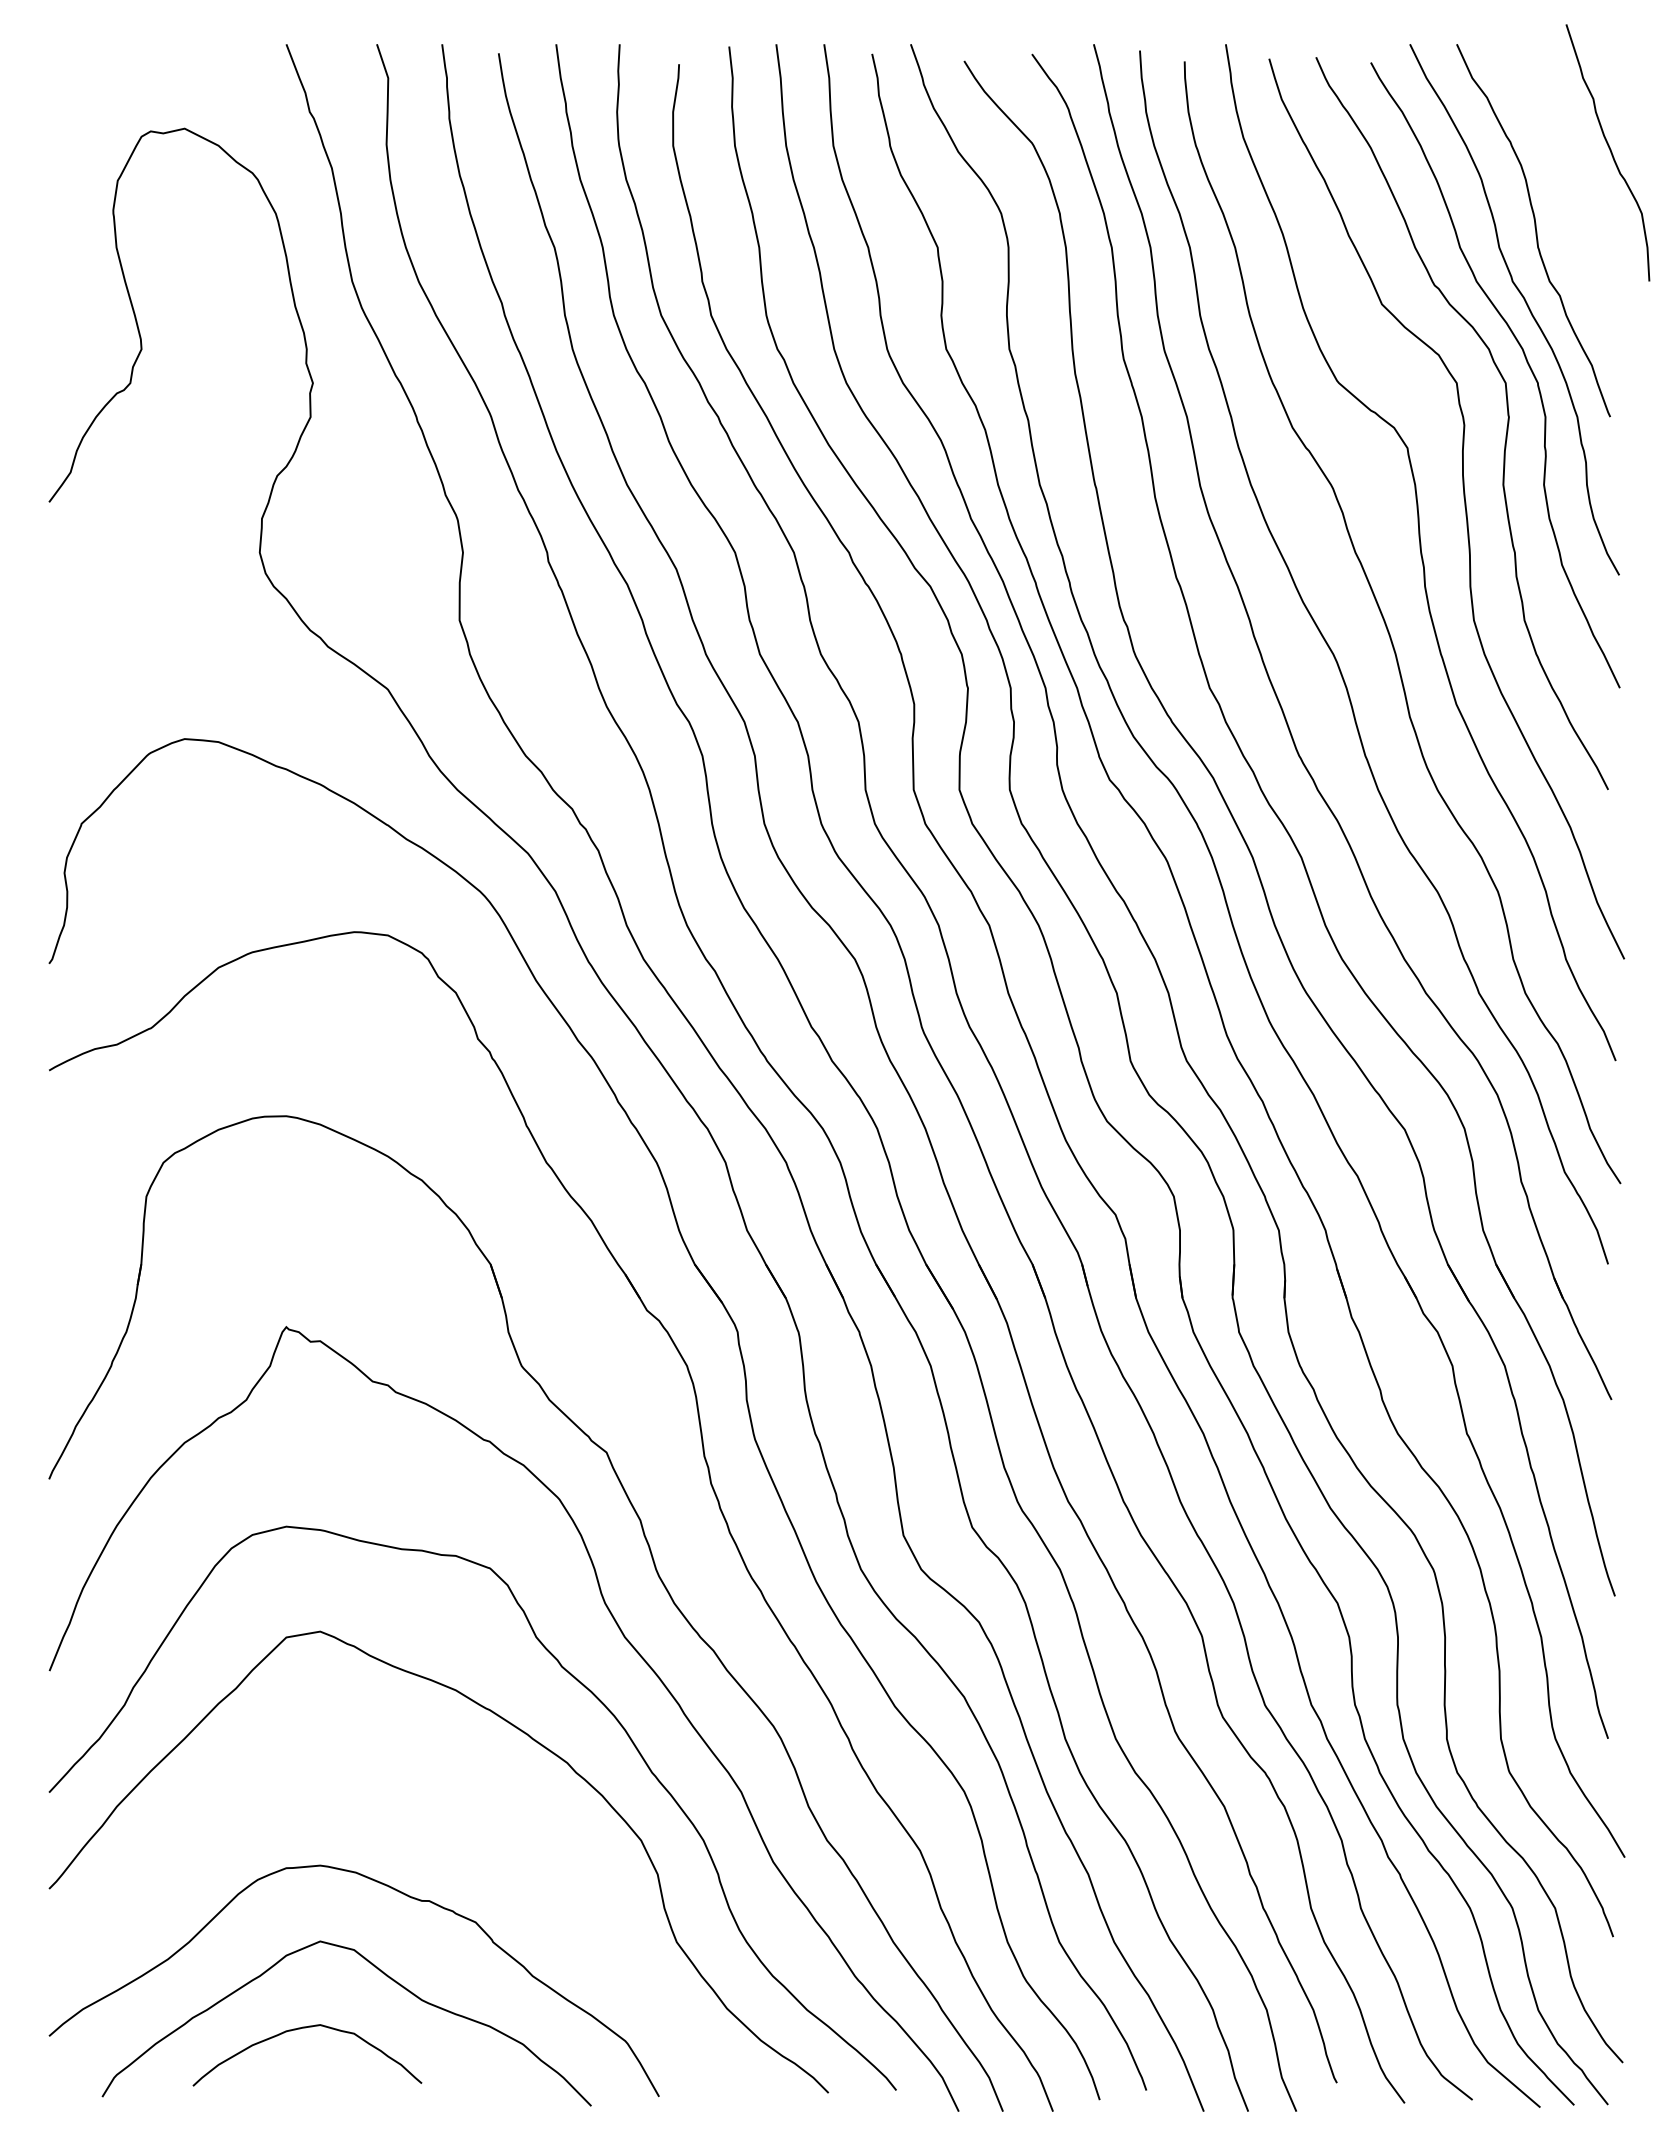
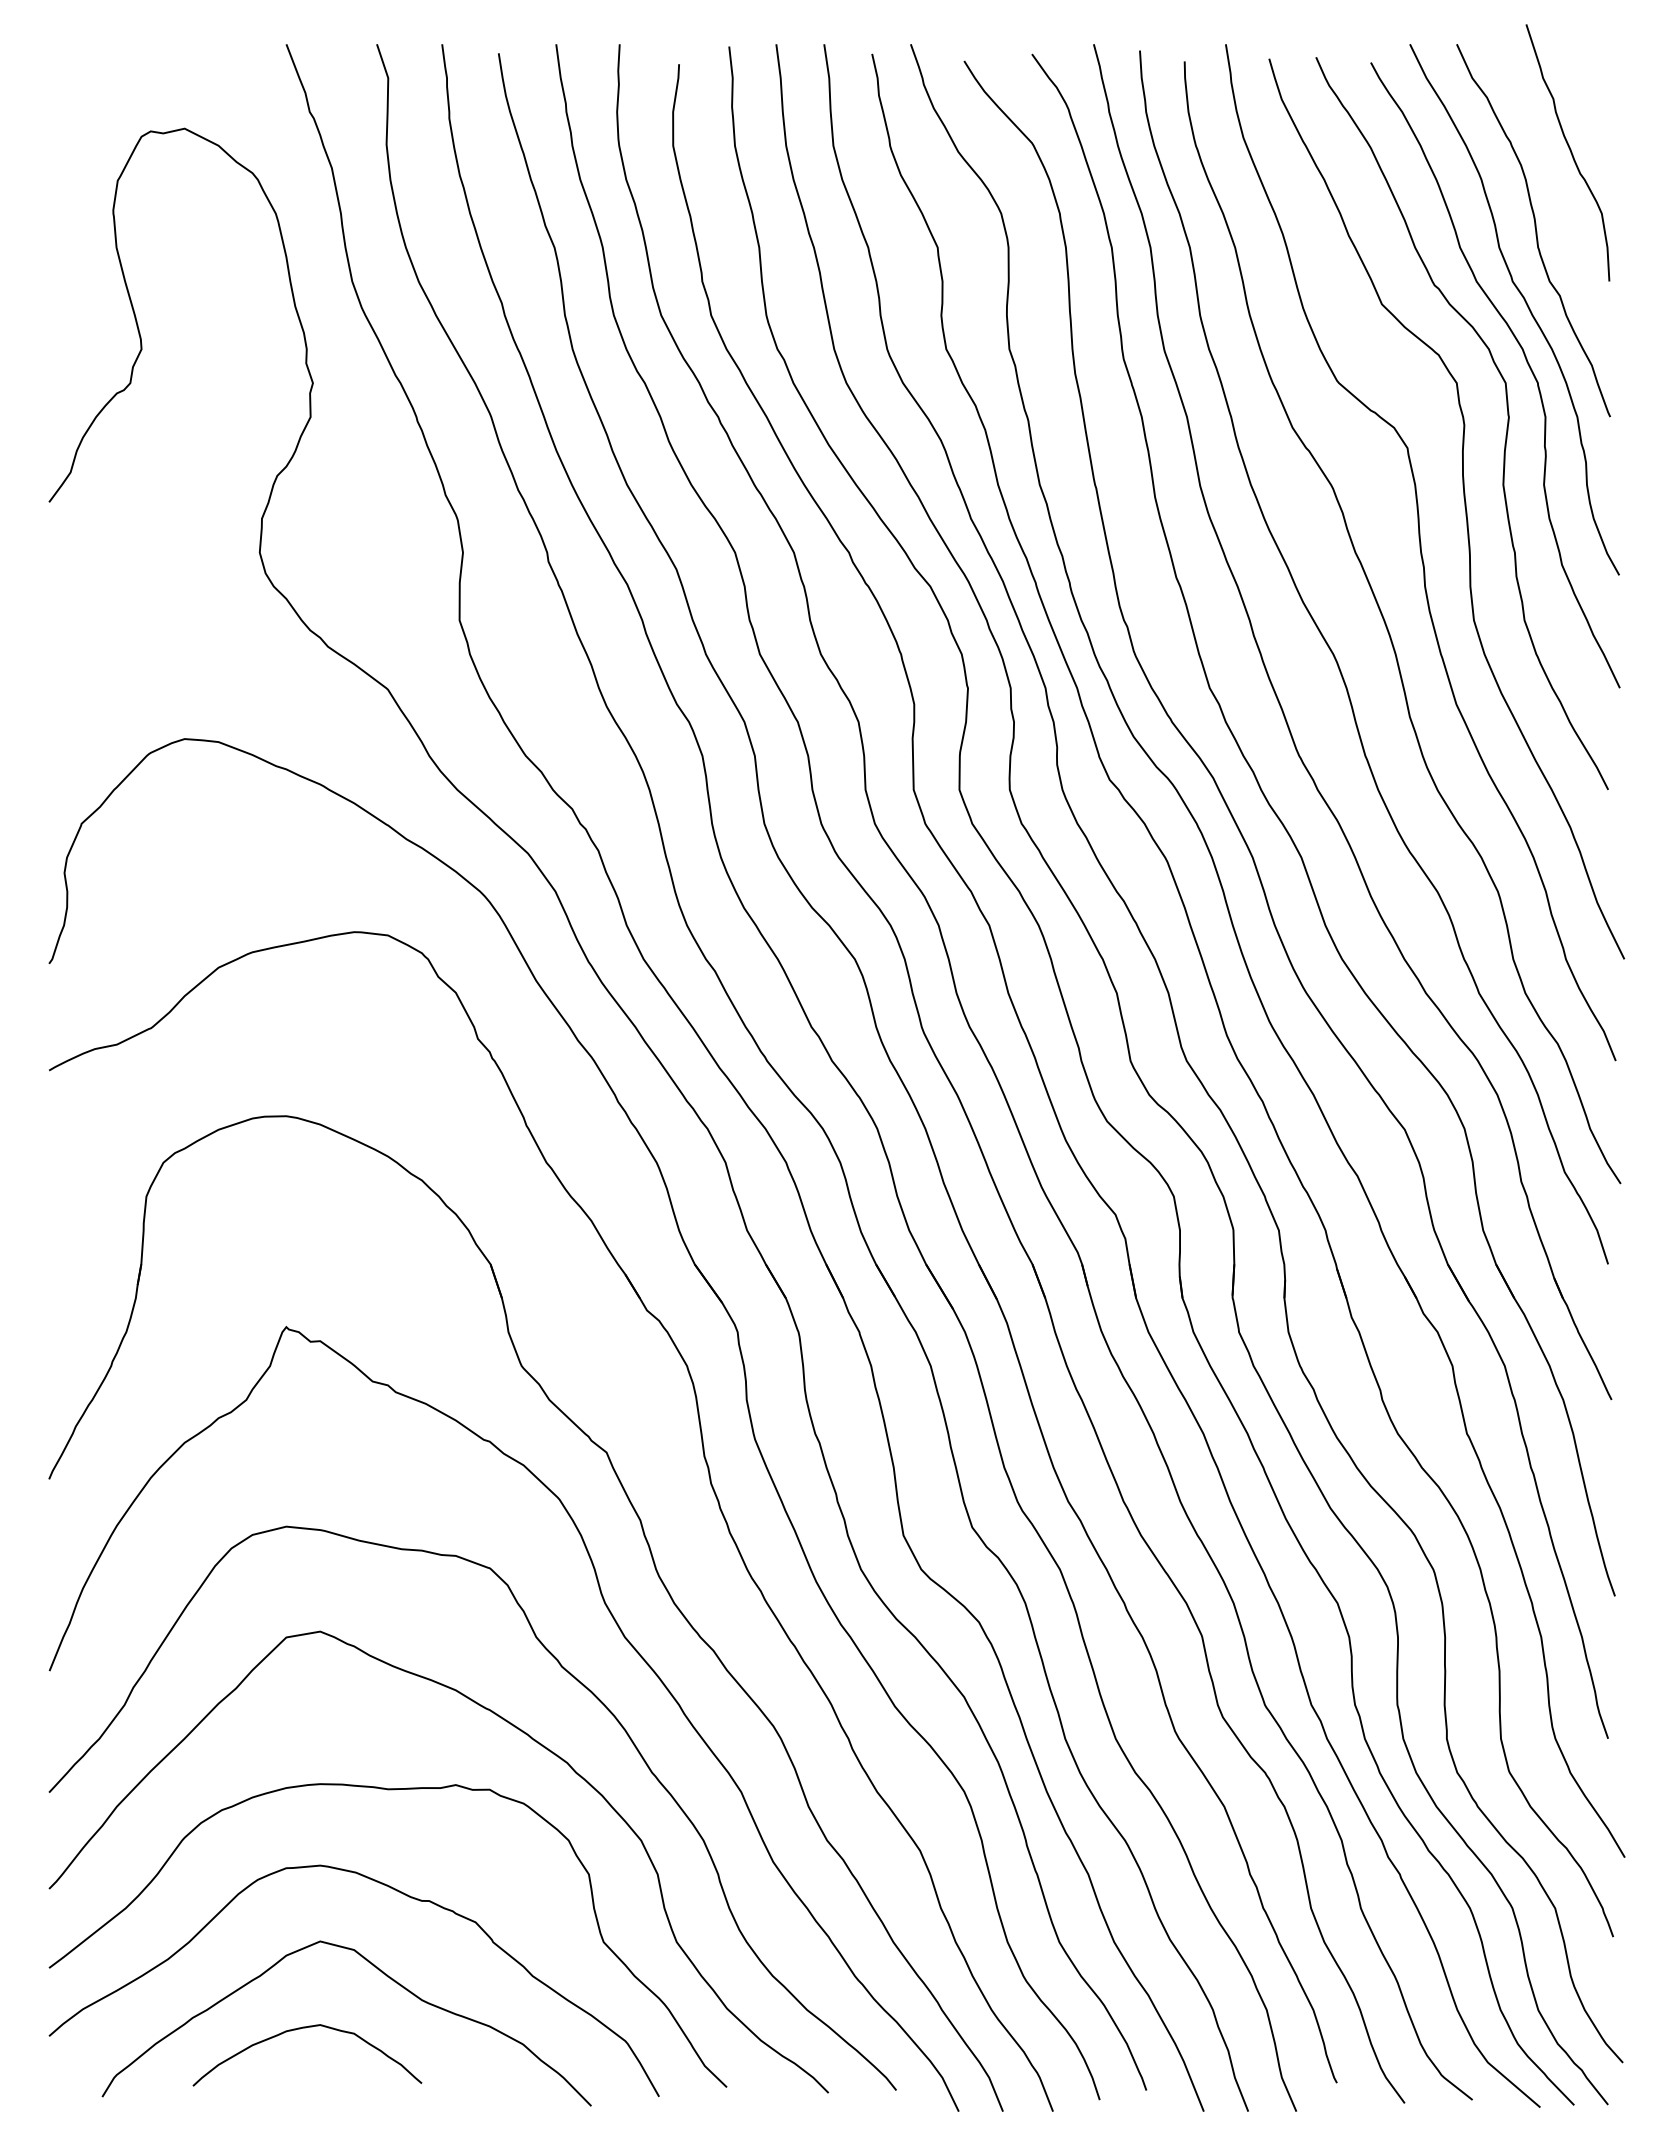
curve at (1609, 150) position: (1609, 150) -> (1569, 150)
curve at (387, 1790): none -> present
